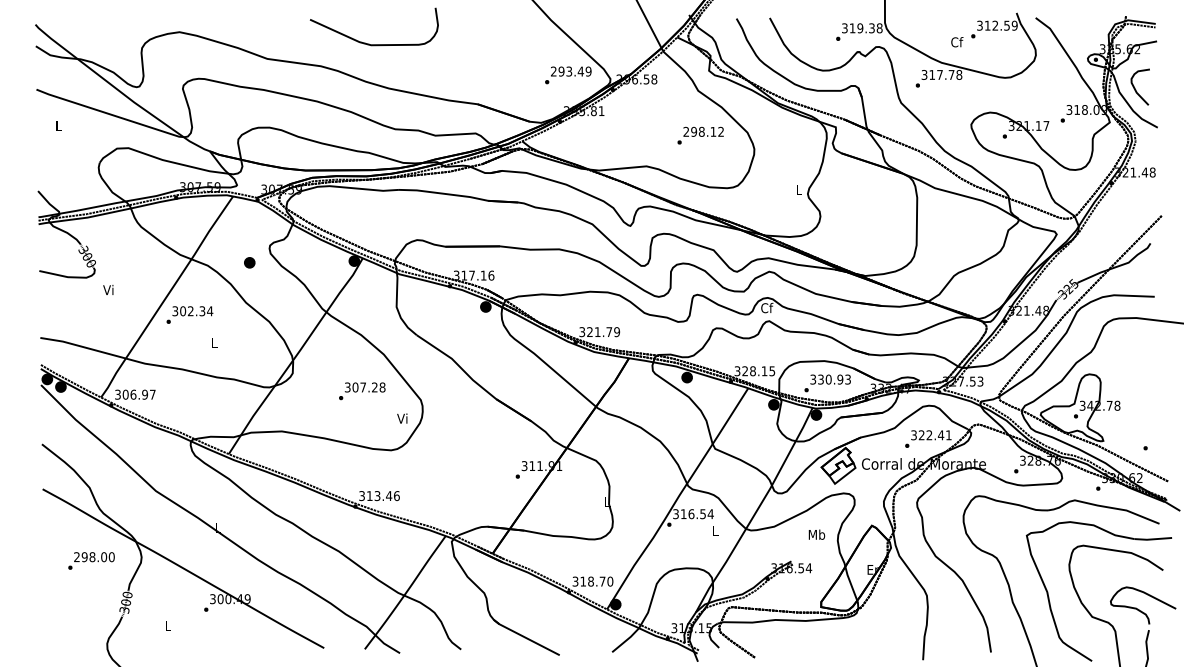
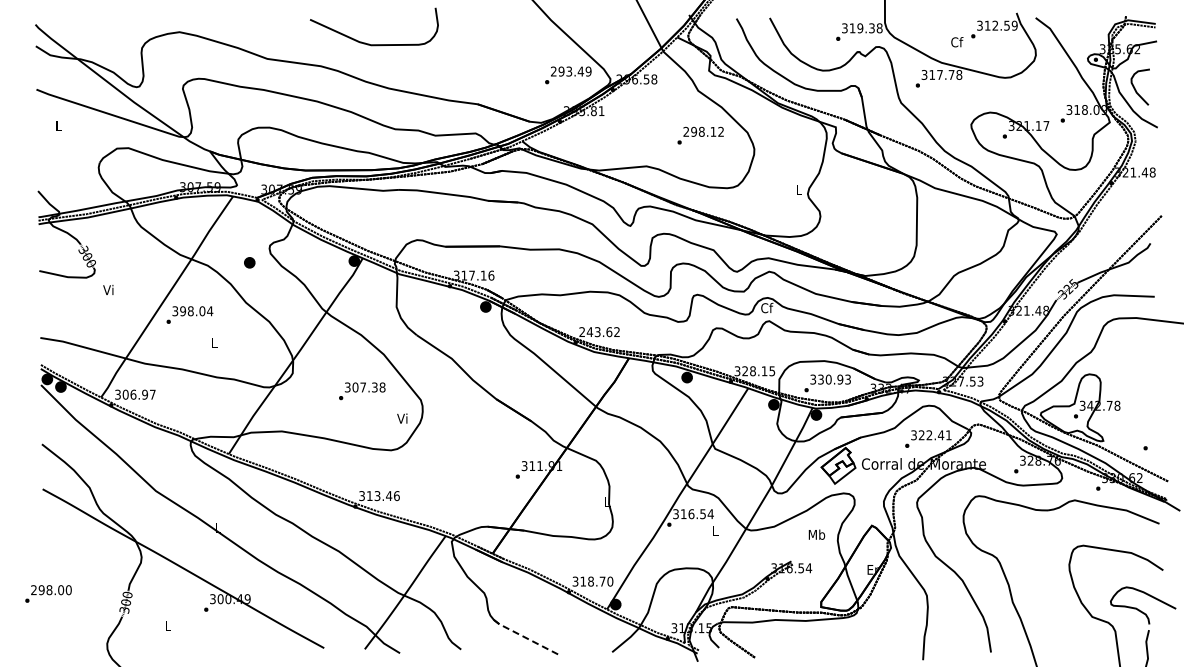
text at (192, 311): 302.34 -> 398.04
text at (599, 332): 321.79 -> 243.62
text at (374, 387): 307.28 -> 307.38
text at (91, 560) position: (91, 560) -> (48, 593)
part at (1050, 602): present -> none
line at (525, 637): solid -> dashed
